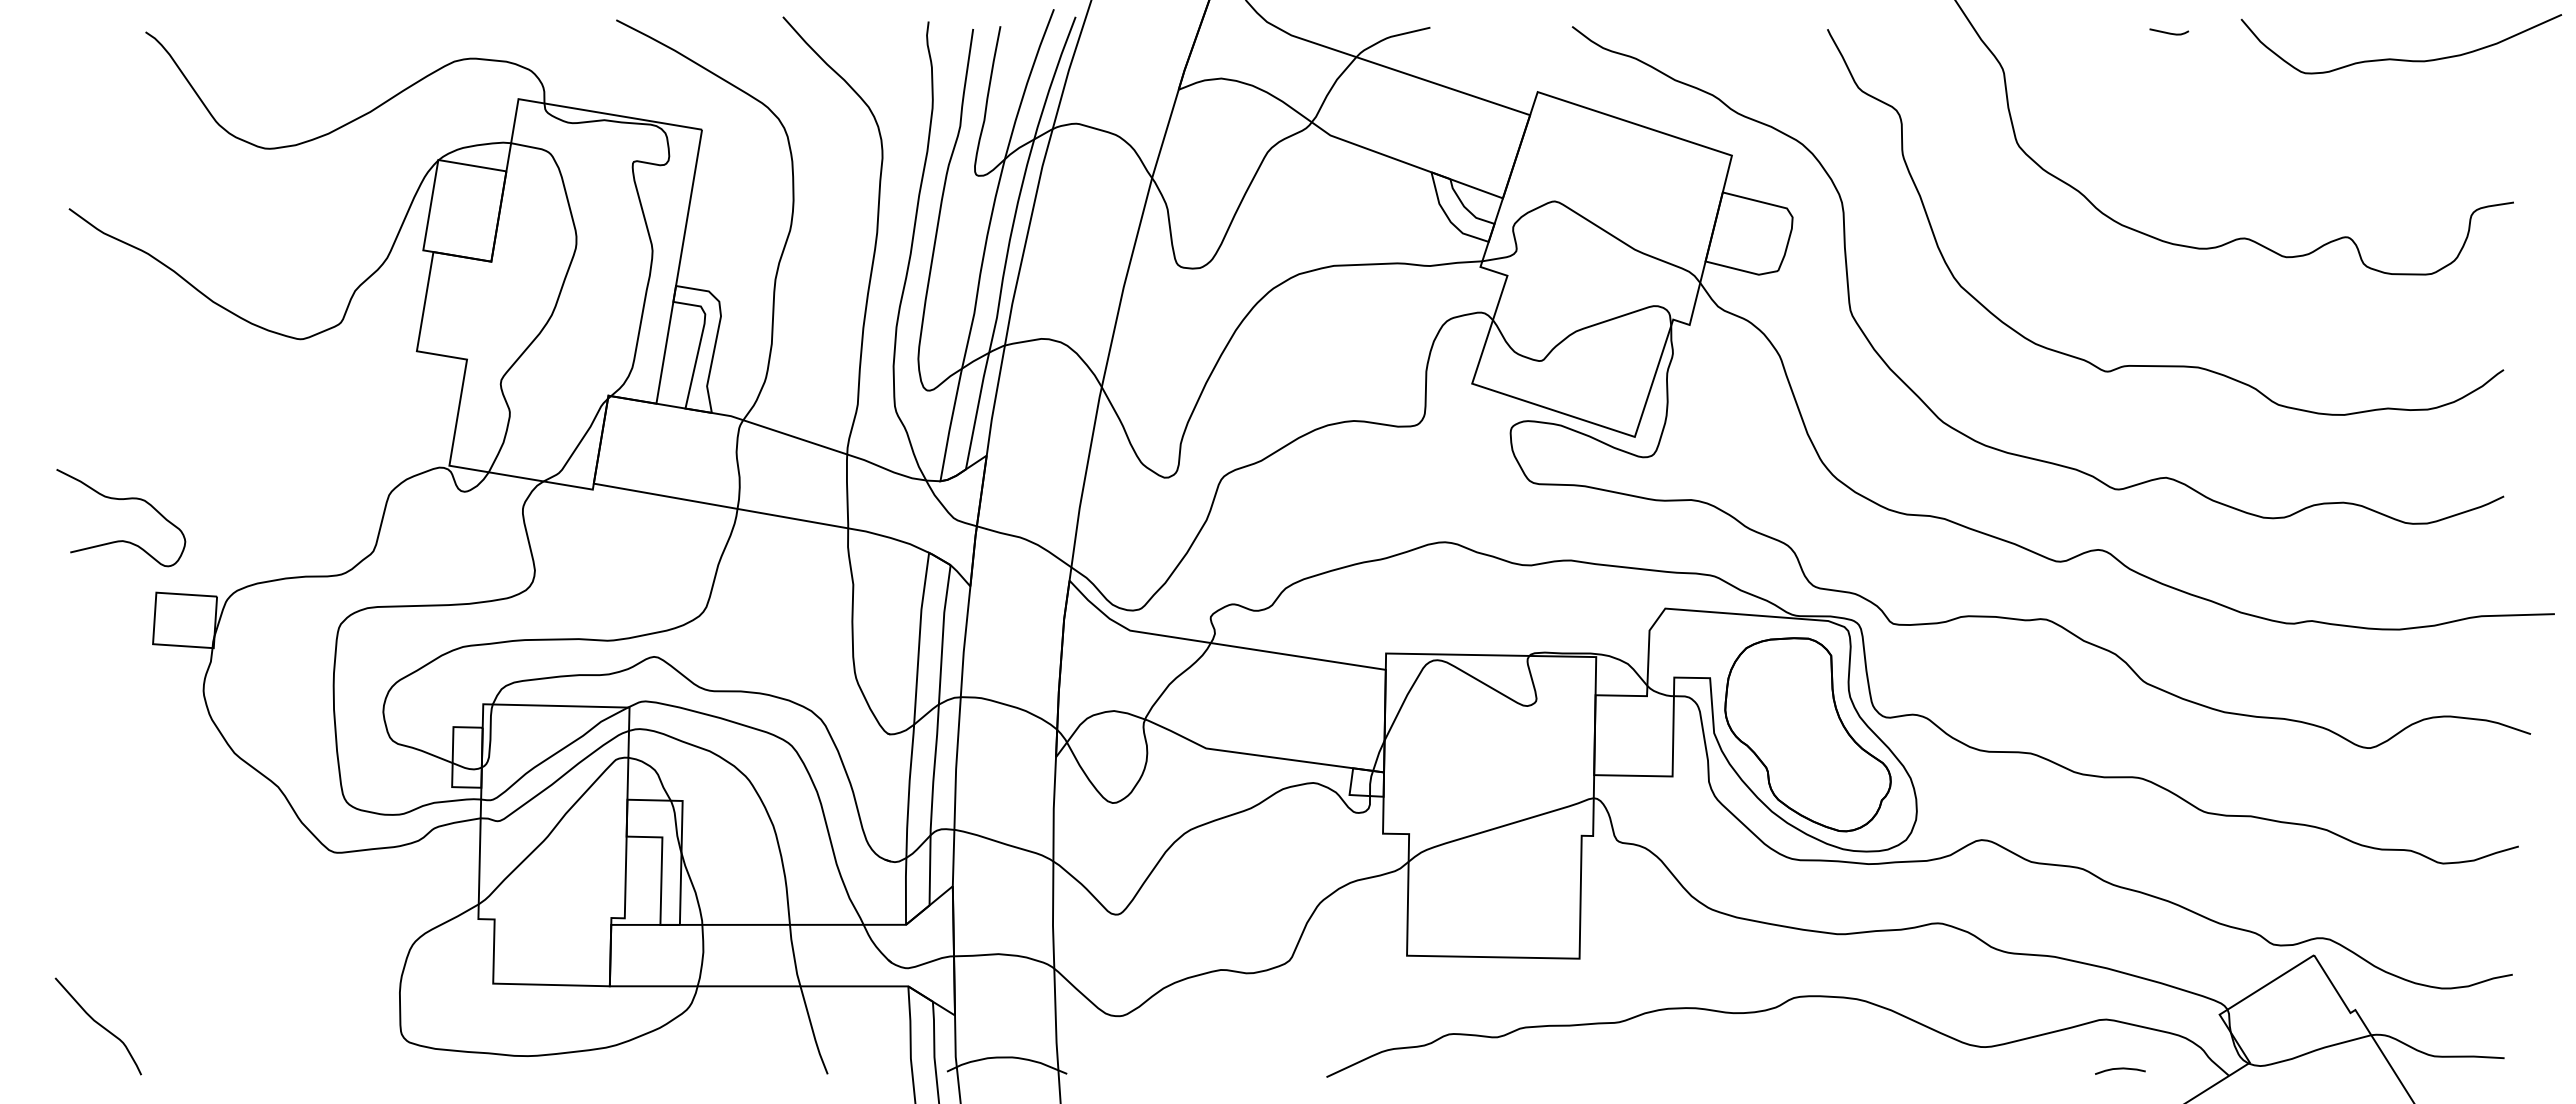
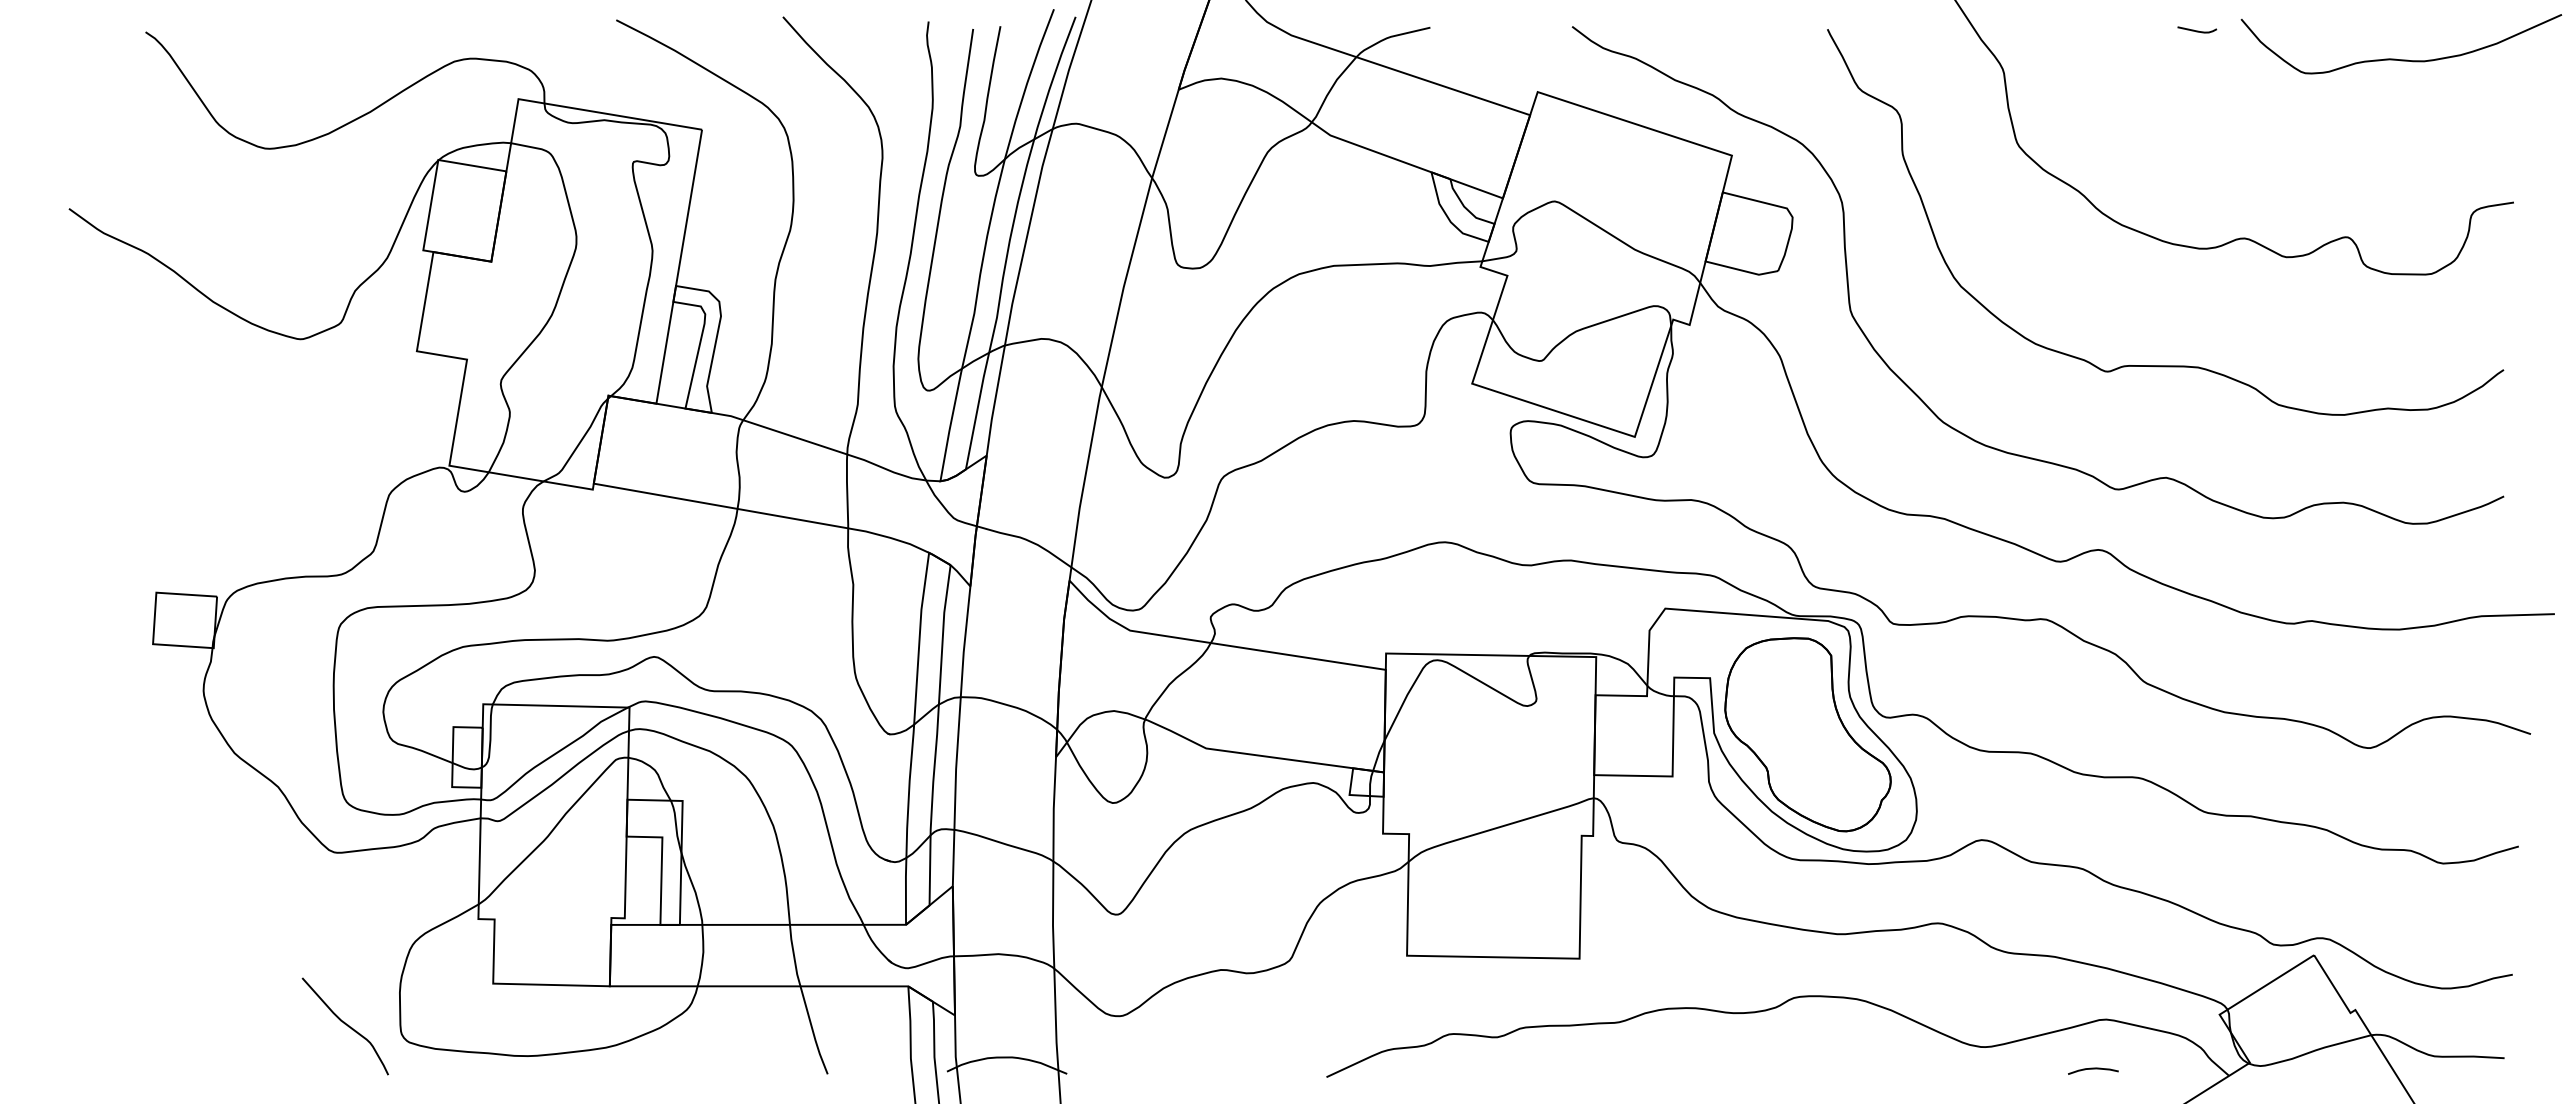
curve at (2169, 32) position: (2169, 32) -> (2197, 30)
curve at (121, 499): present -> none
curve at (97, 1024) position: (97, 1024) -> (344, 1024)
curve at (2120, 1069) position: (2120, 1069) -> (2093, 1069)
